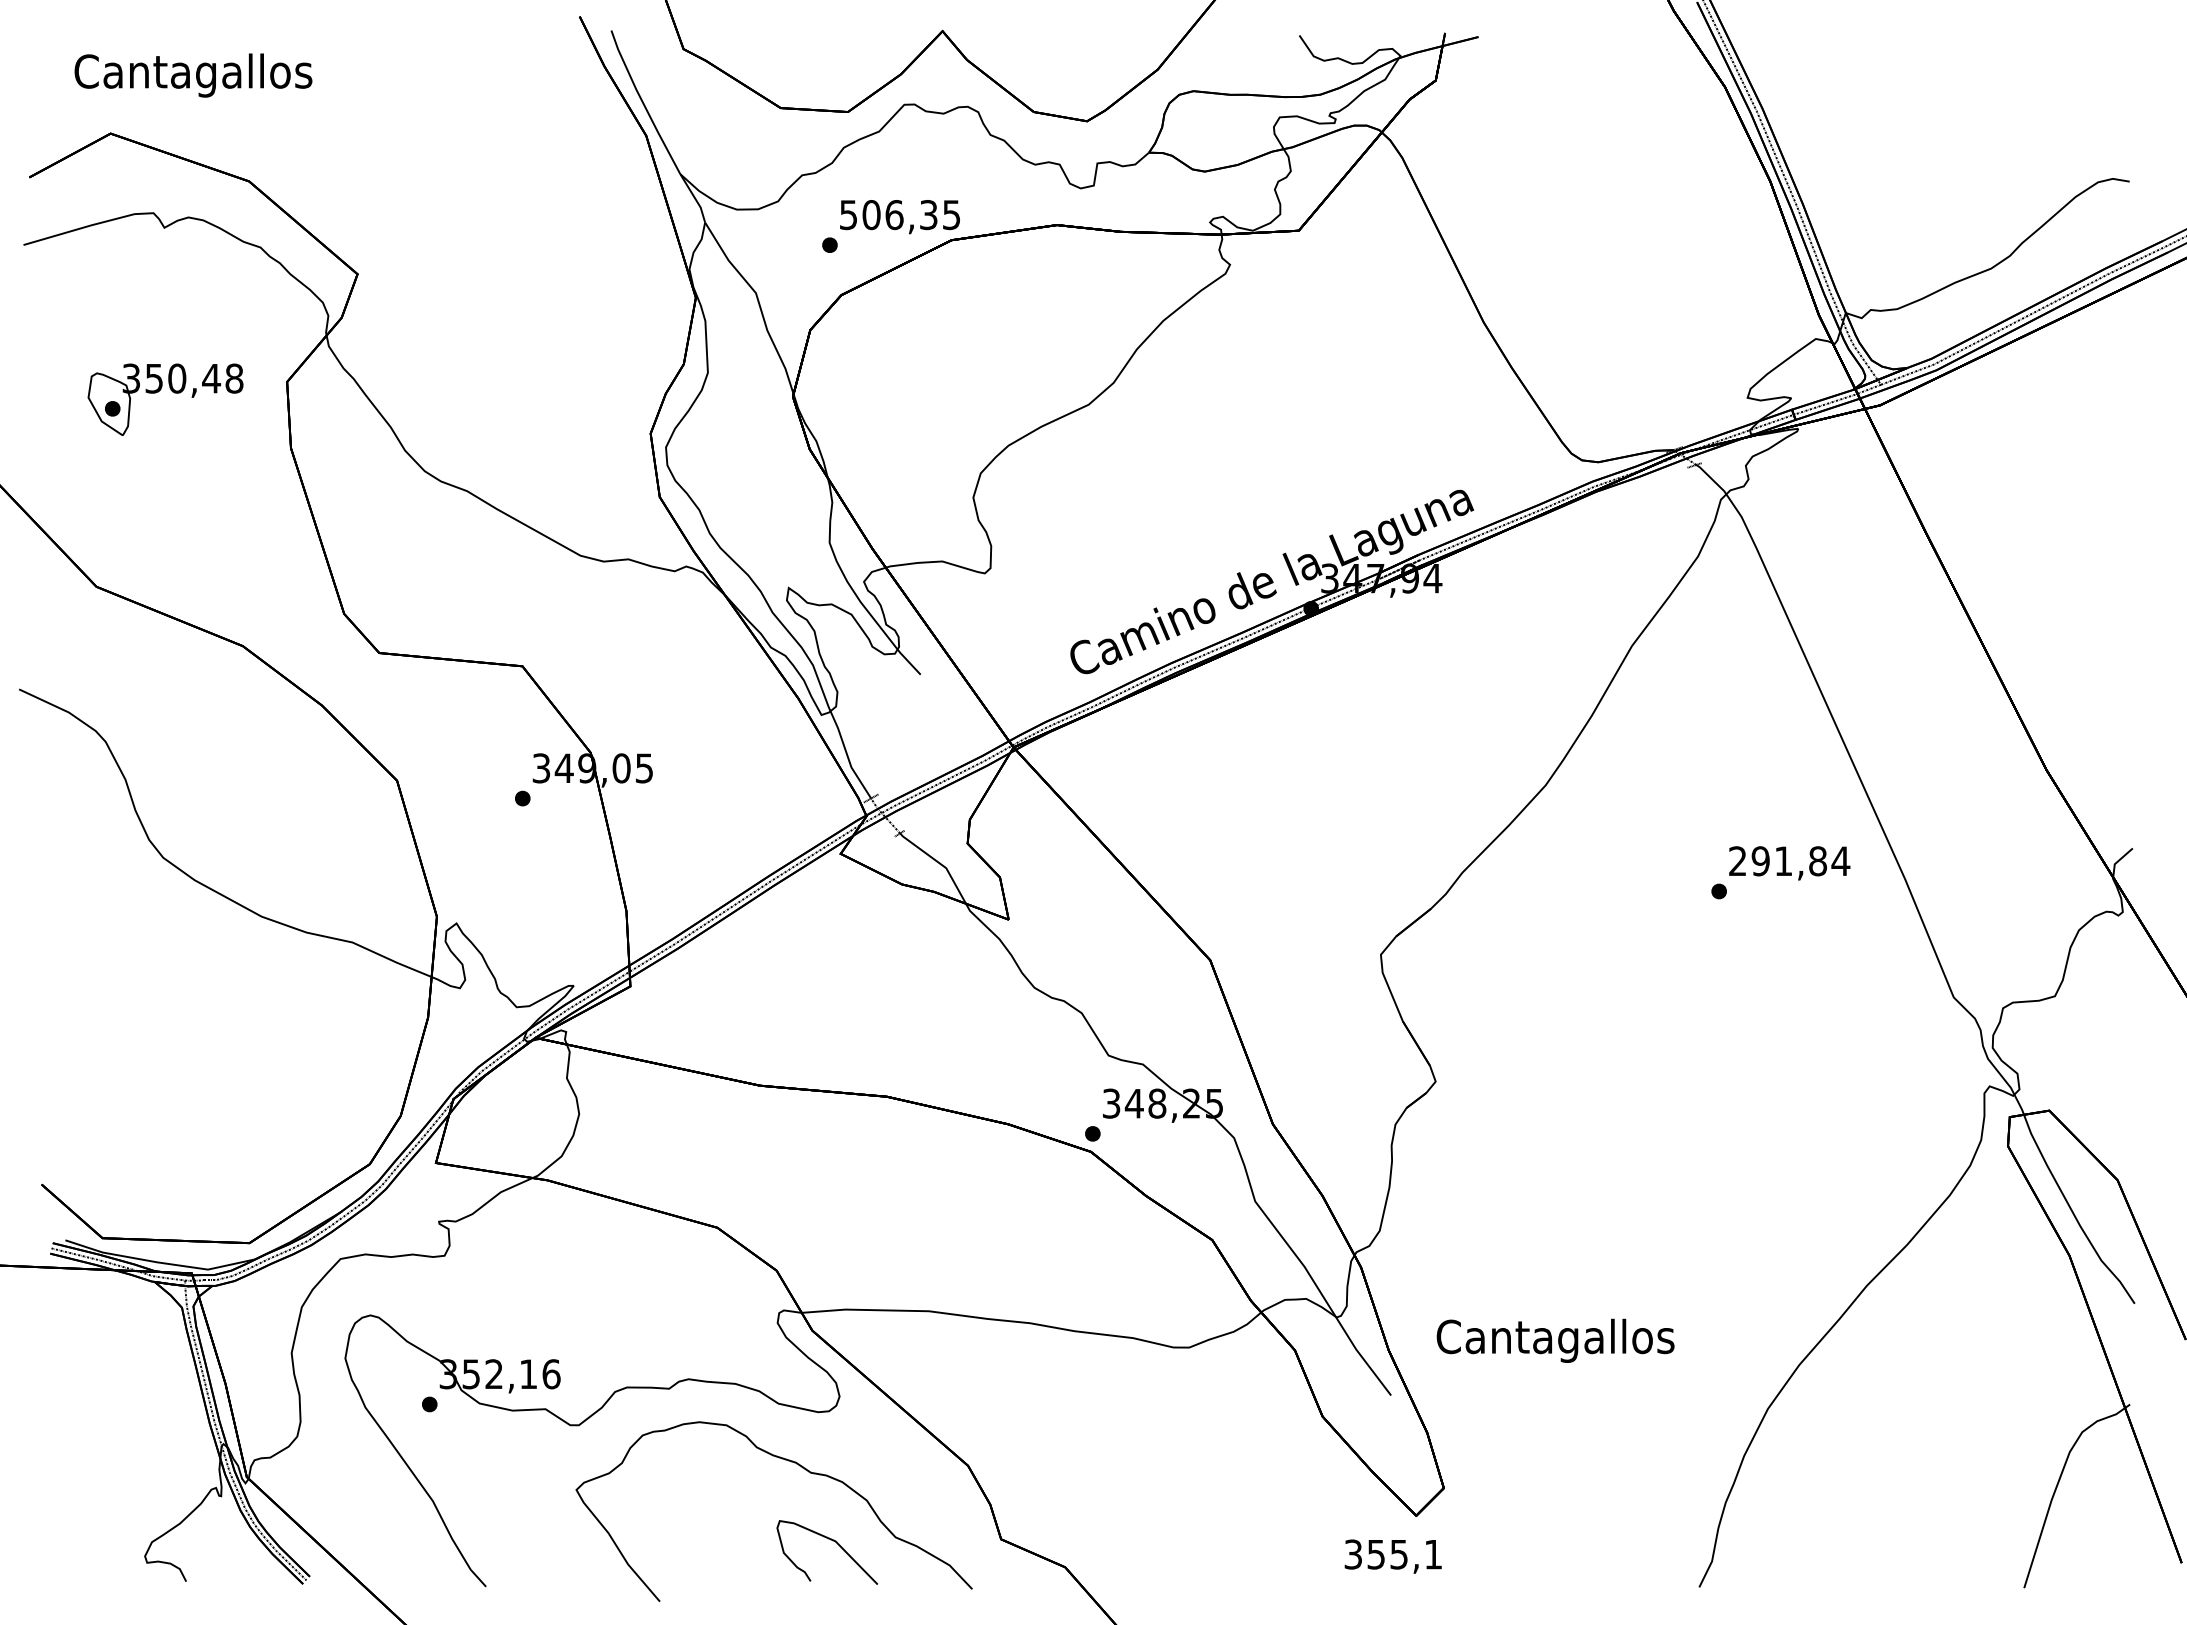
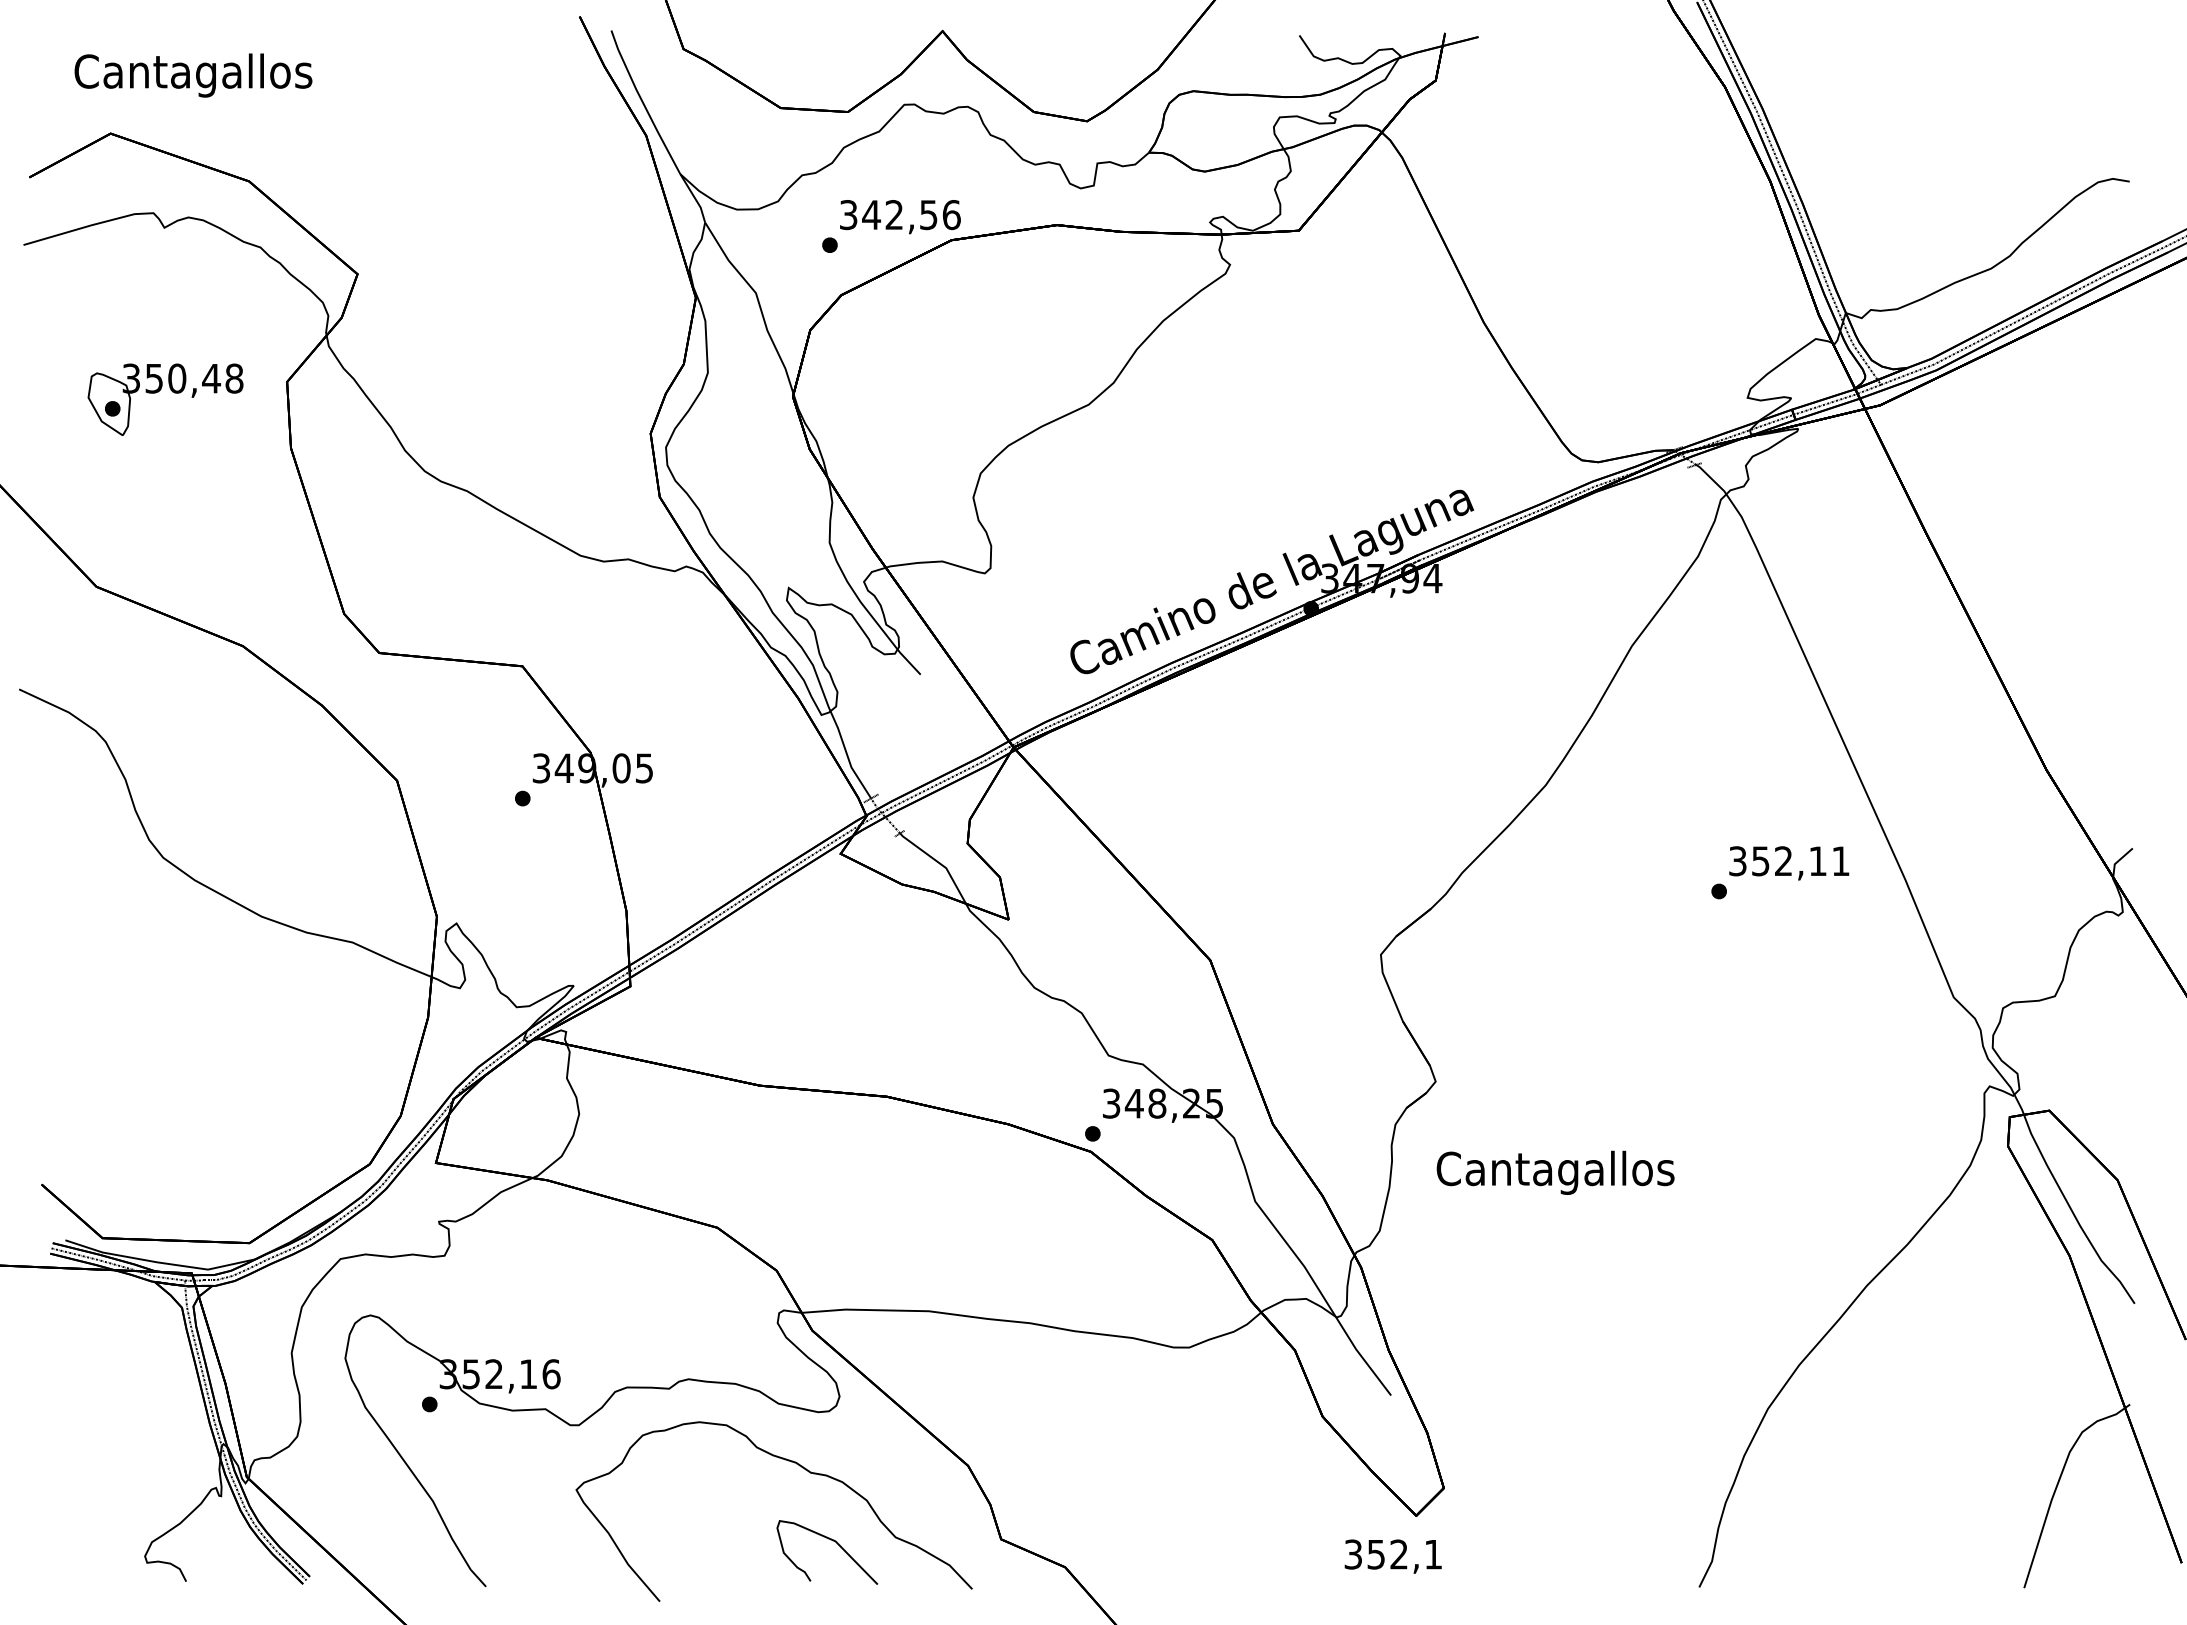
text at (900, 215): 506,35 -> 342,56
text at (1789, 861): 291,84 -> 352,11
text at (1555, 1340) position: (1555, 1340) -> (1555, 1172)
text at (1398, 1554): 355,1 -> 352,1
